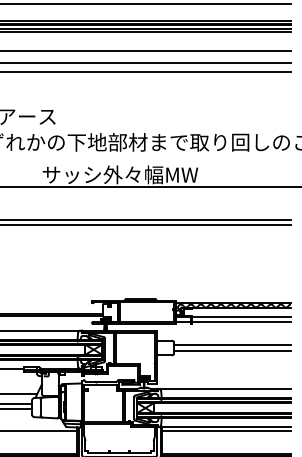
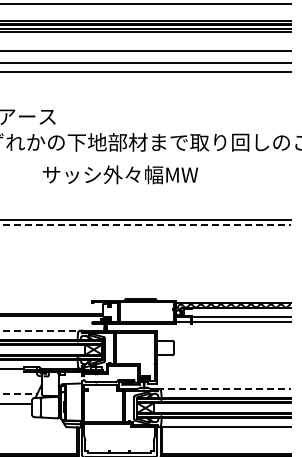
line at (150, 187): present -> none
line at (146, 225): solid -> dashed
line at (41, 330): solid -> dashed
line at (232, 345): present -> none
line at (232, 350): present -> none
line at (224, 388): solid -> dashed
line at (19, 393): solid -> dashed
line at (17, 409): present -> none
line at (39, 430): present -> none
line at (226, 430): present -> none
